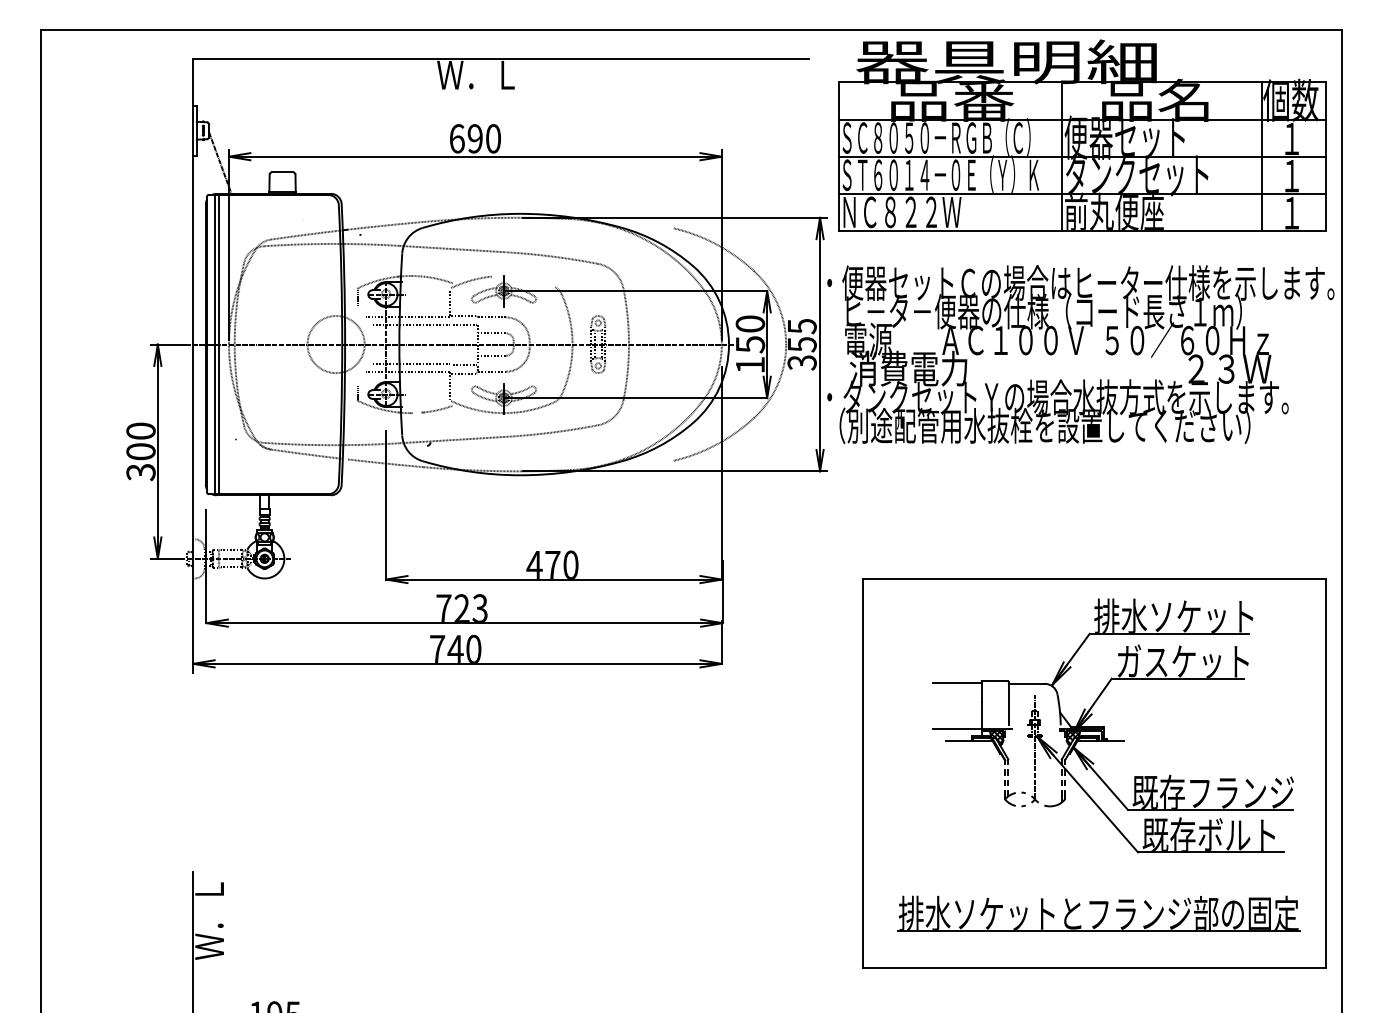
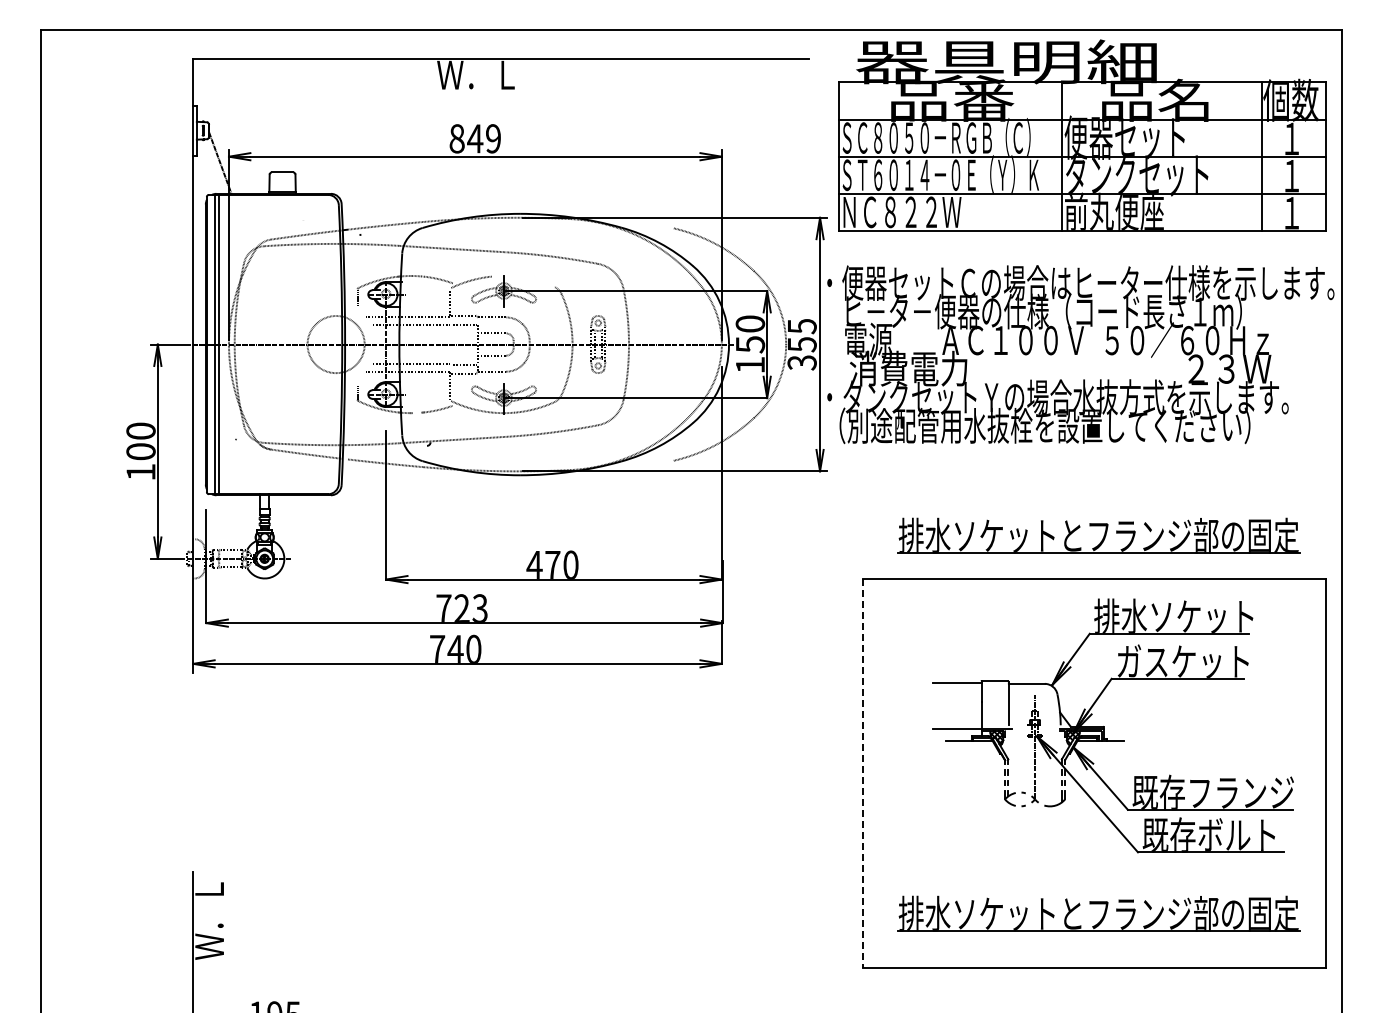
text at (474, 138): 690 -> 849
text at (140, 472): 300 -> 100
part at (1098, 535): none -> present
line at (862, 773): solid -> dashed
